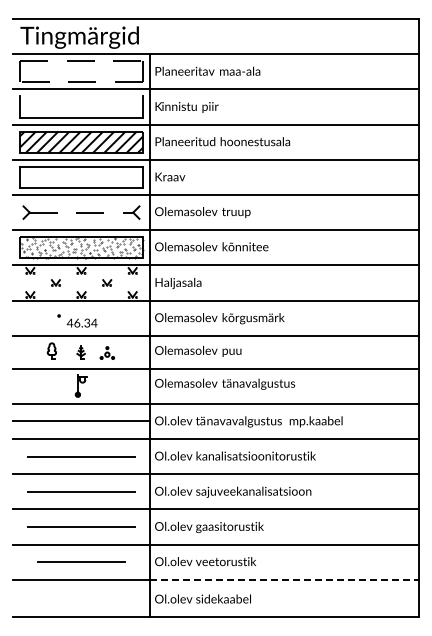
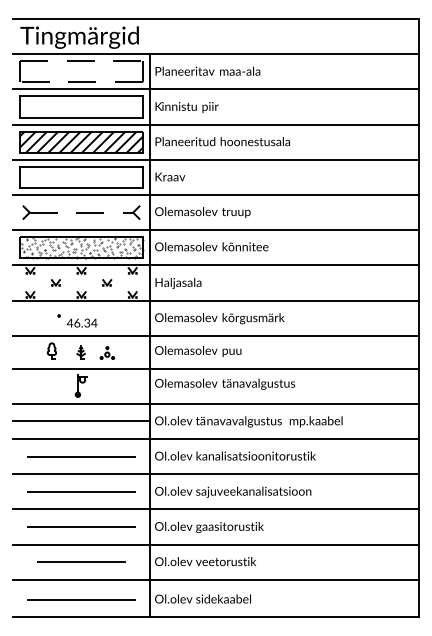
line at (81, 96): none -> present
line at (284, 579): dashed -> solid
line at (81, 599): none -> present
